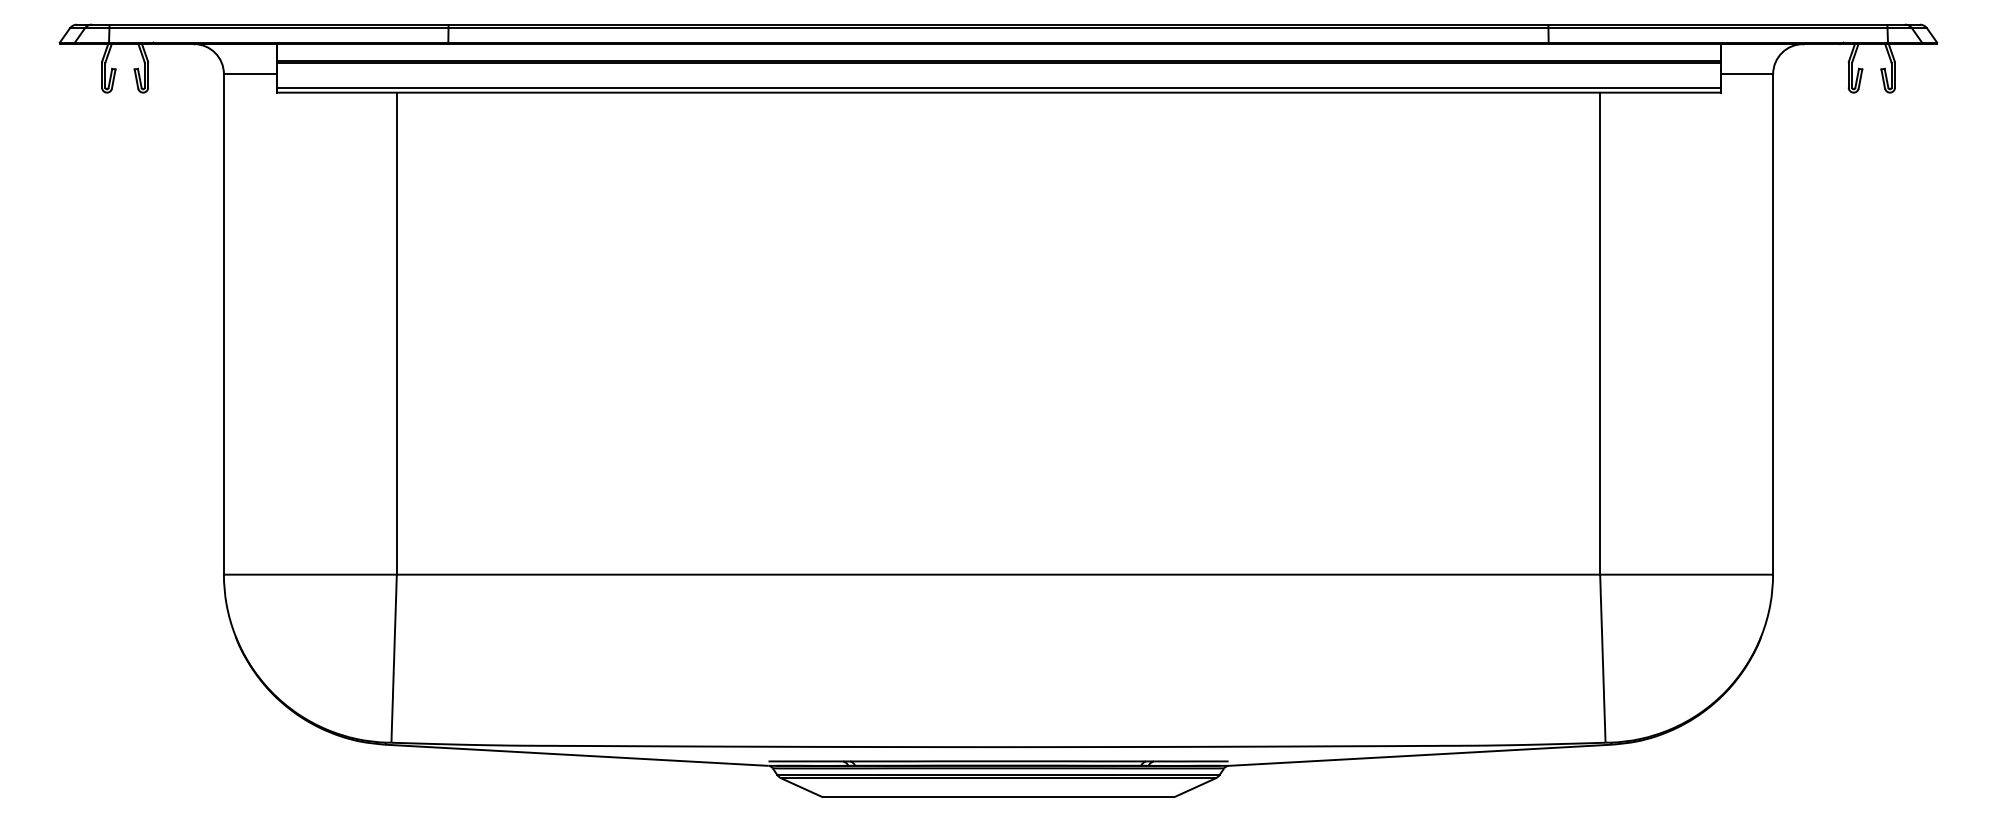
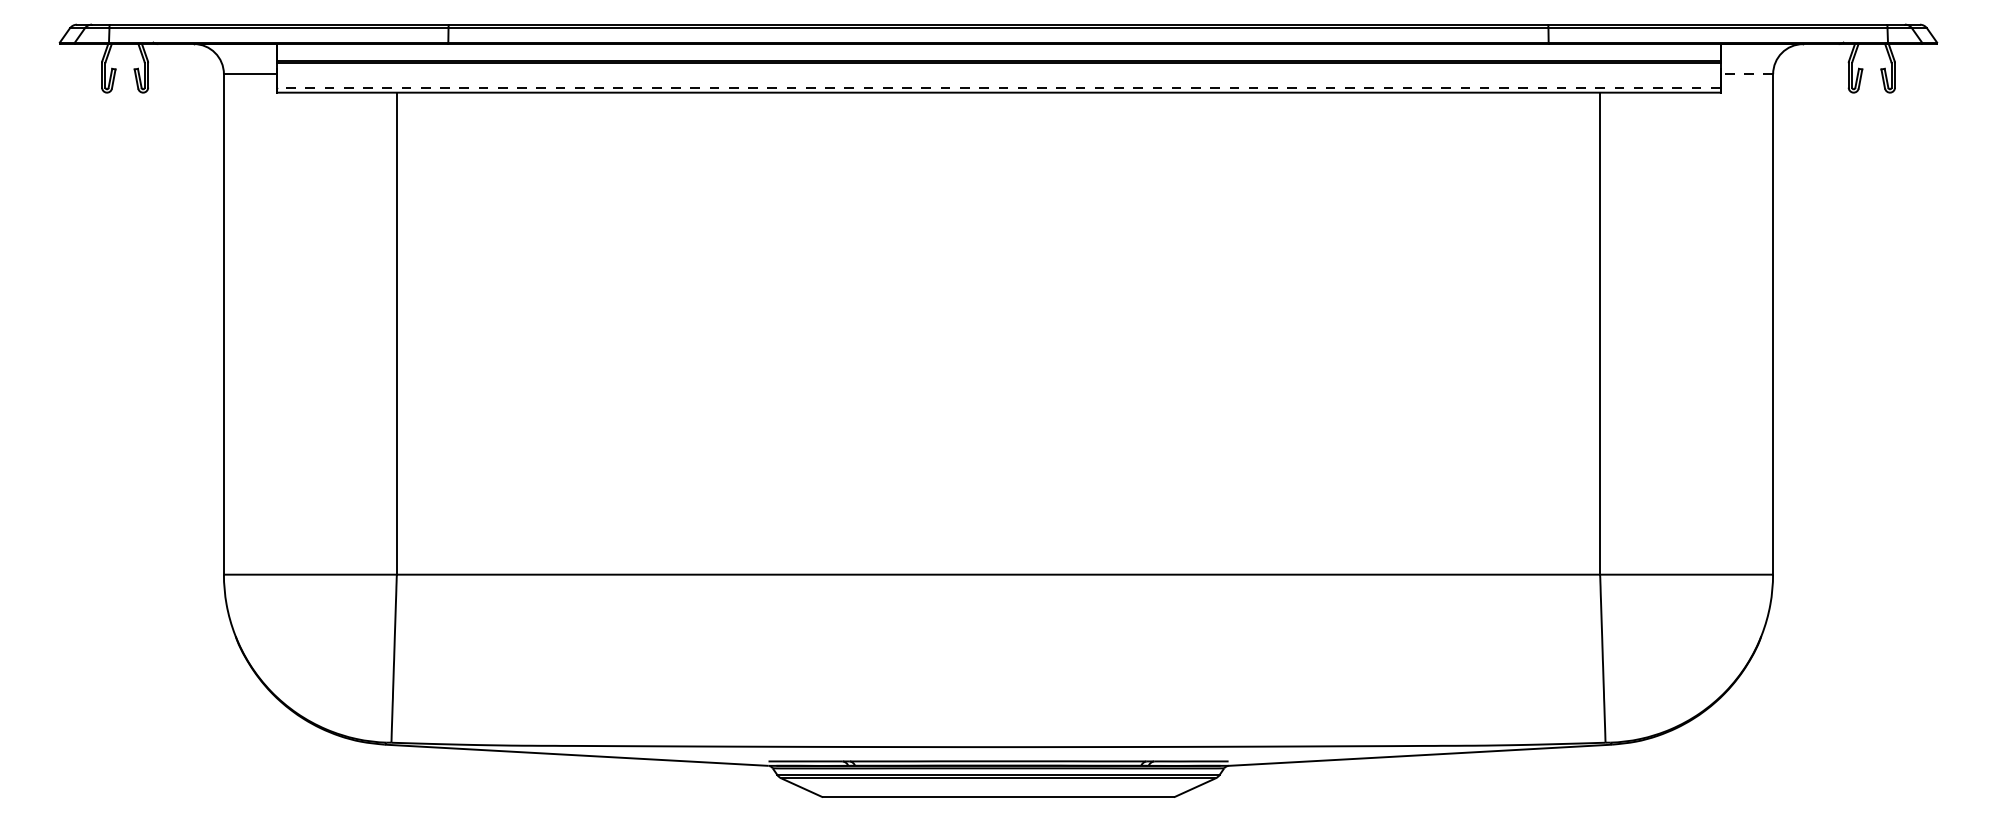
line at (1746, 74): solid -> dashed
line at (998, 87): solid -> dashed
